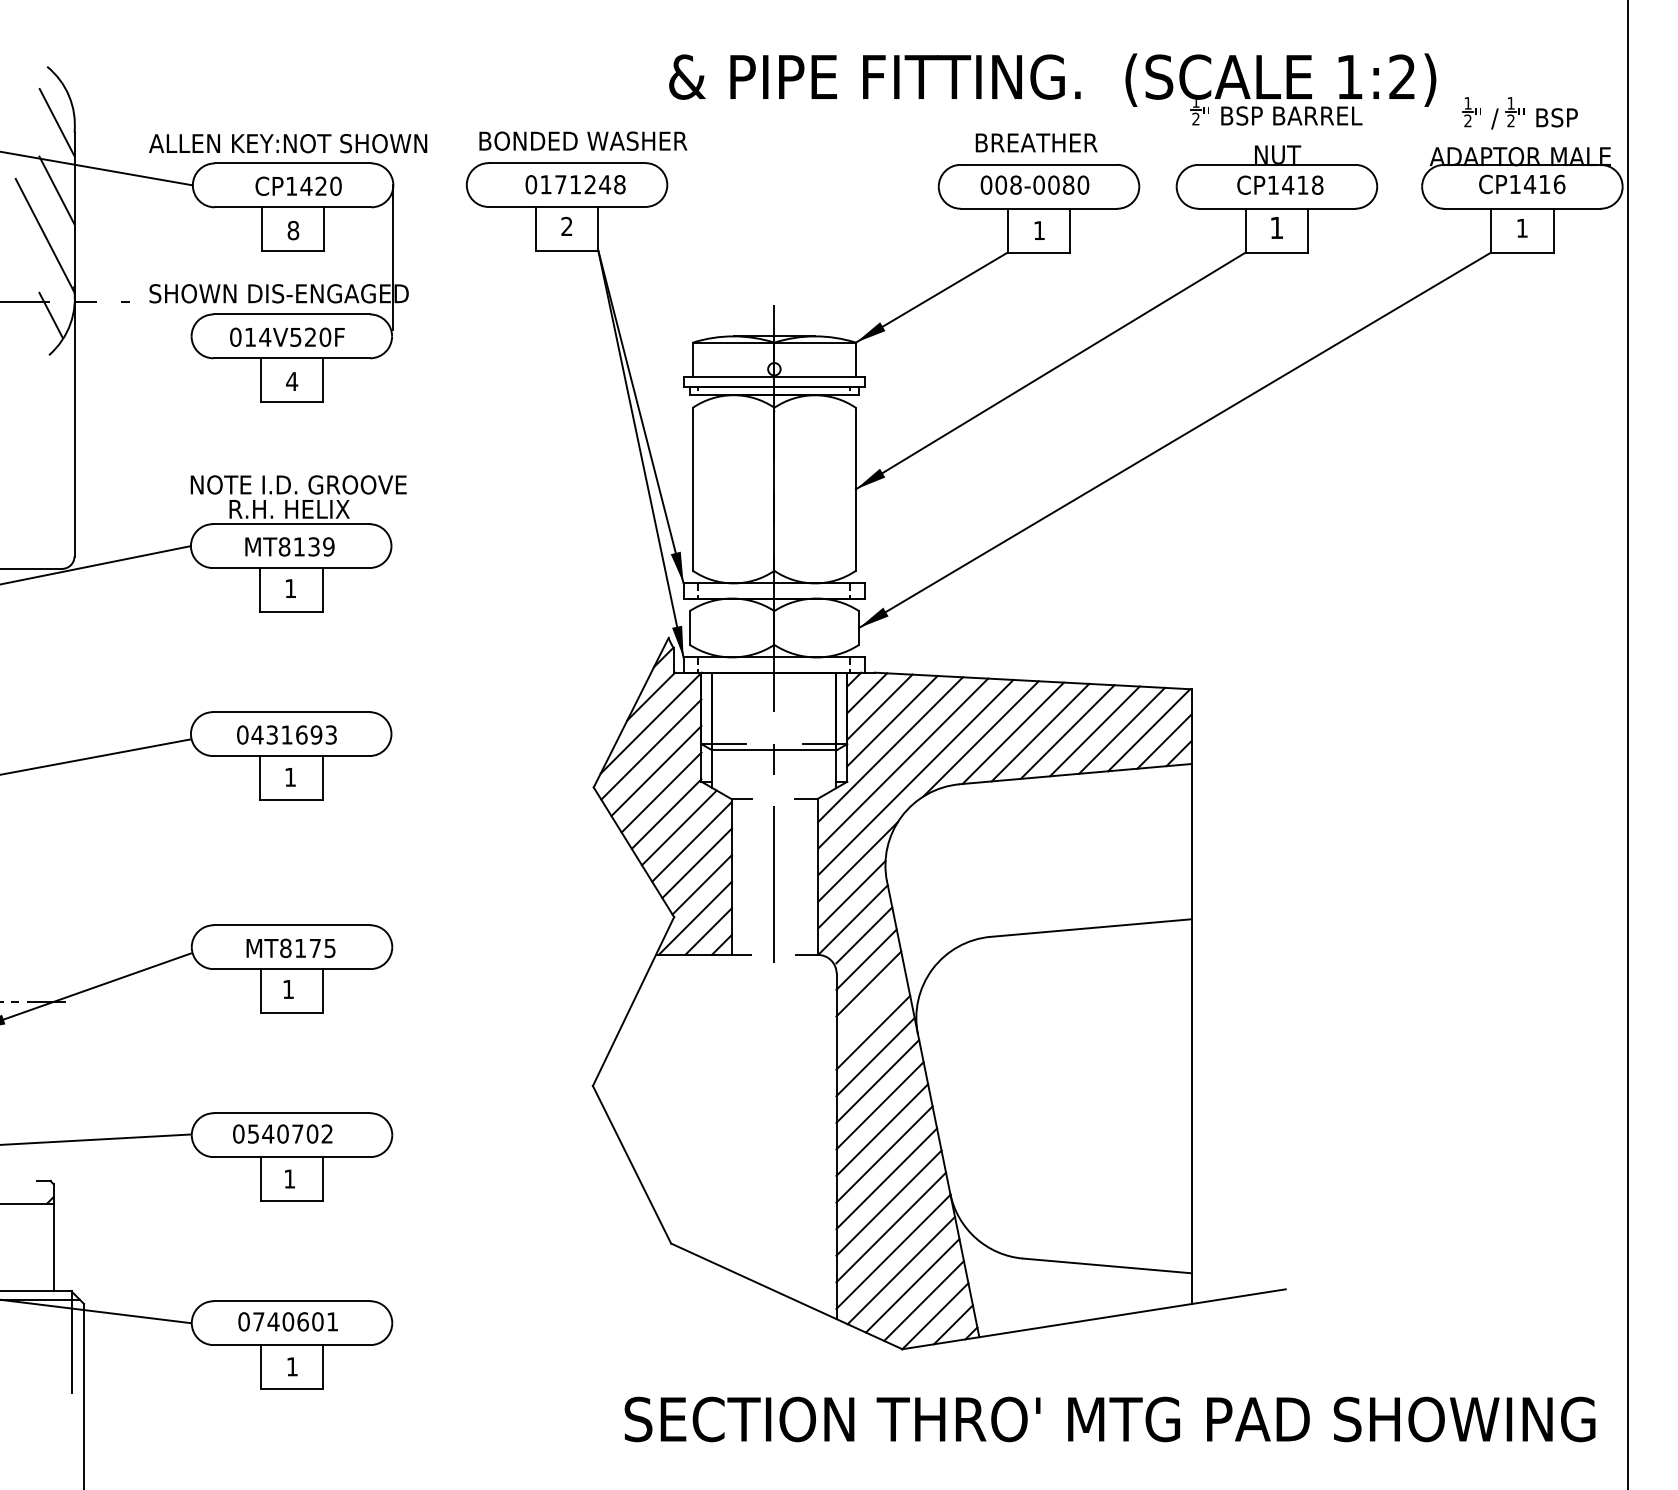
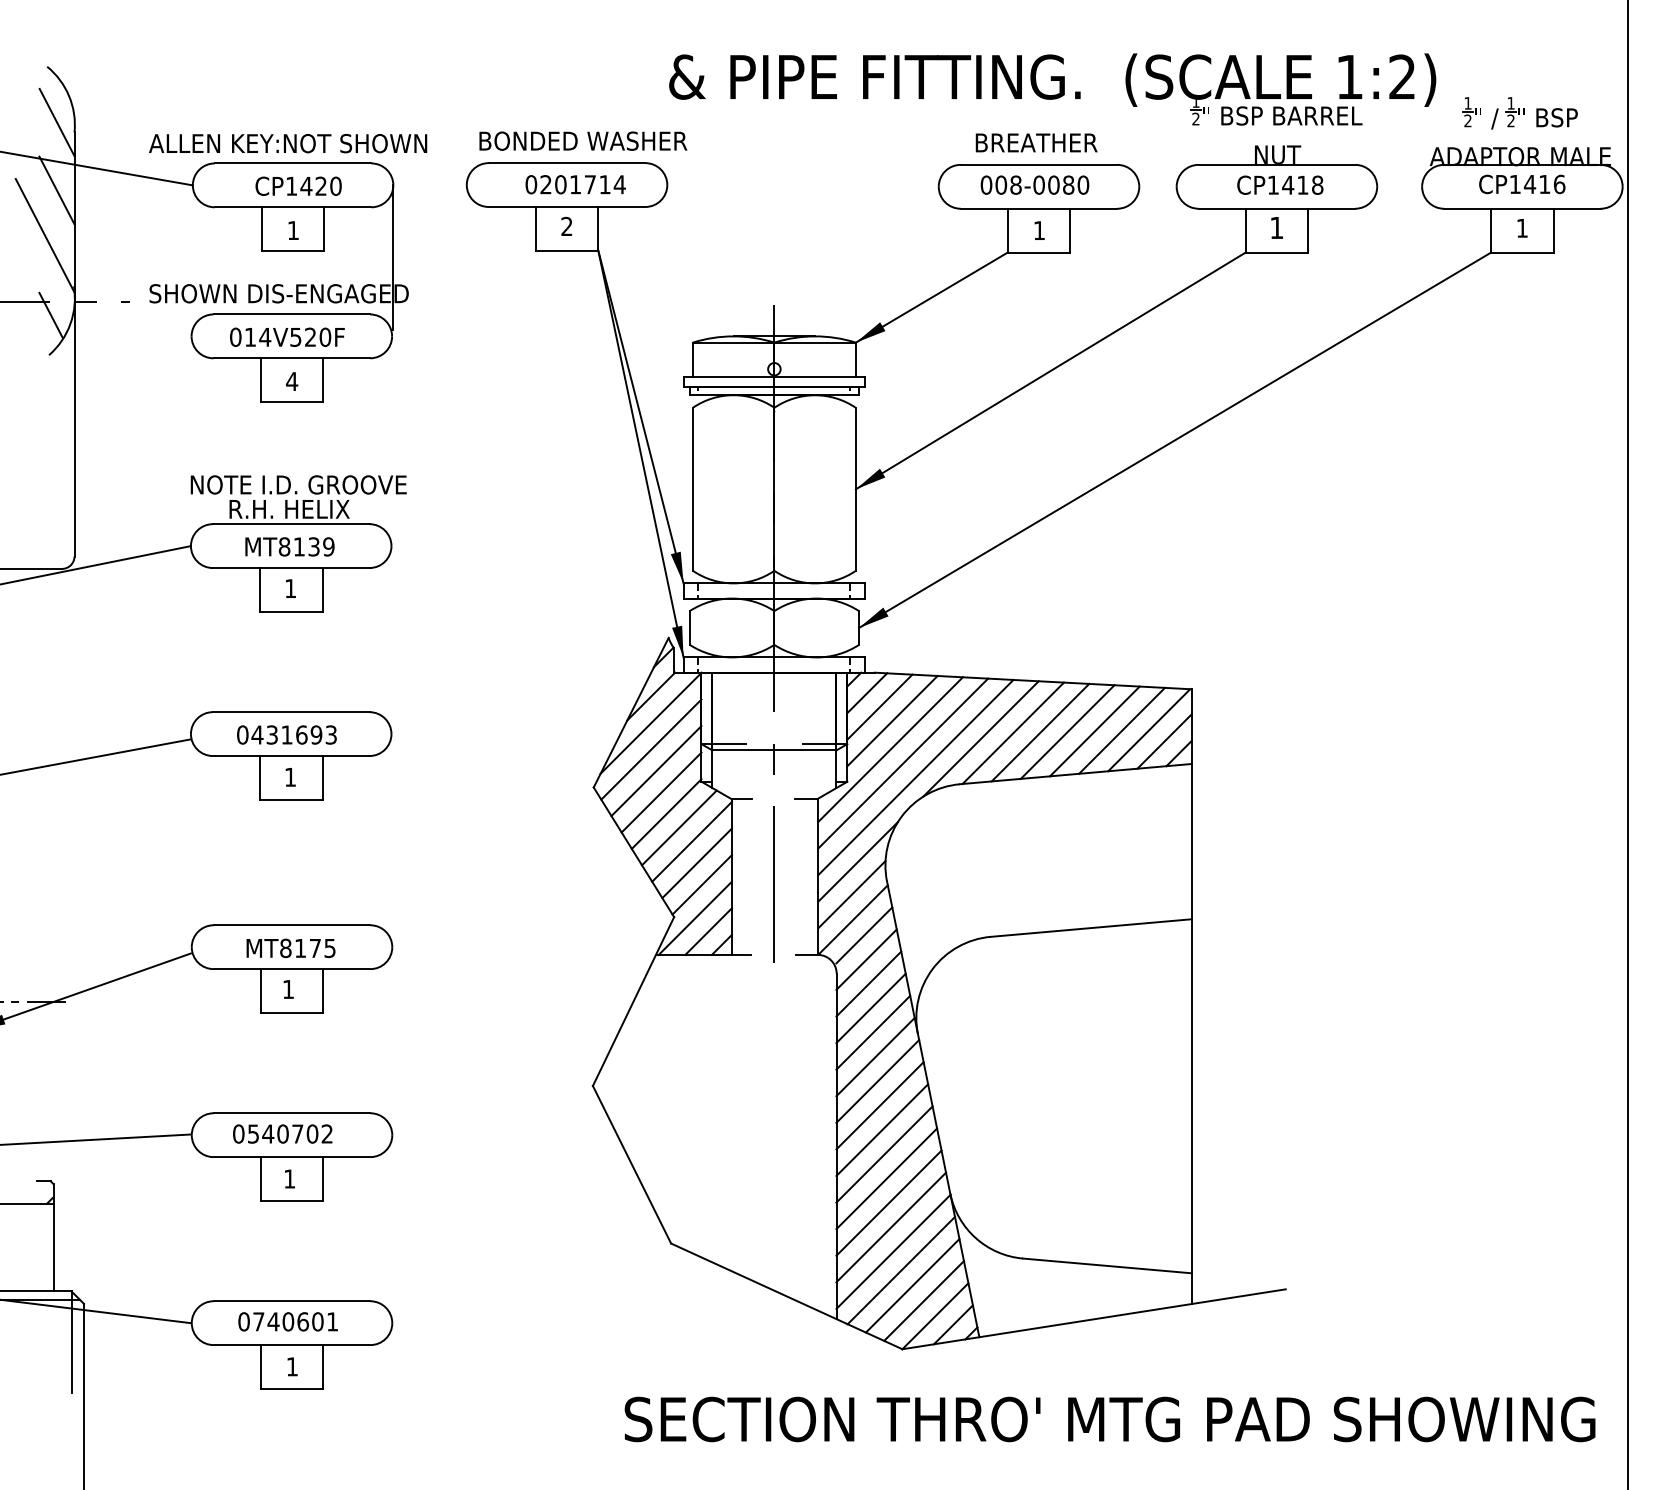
text at (582, 184): 0171248 -> 0201714
text at (293, 230): 8 -> 1
line at (870, 1008): none -> present
